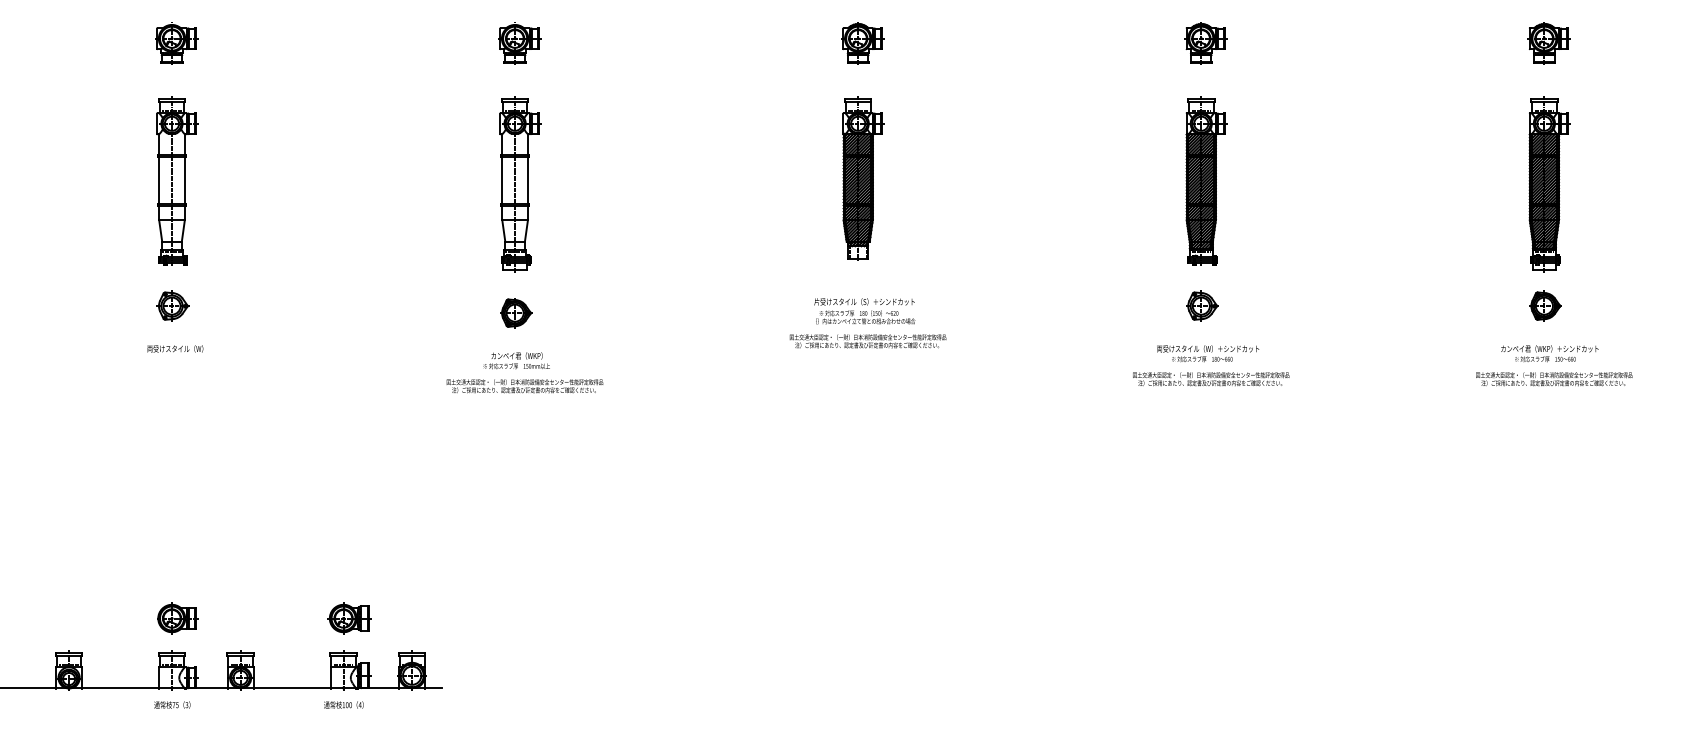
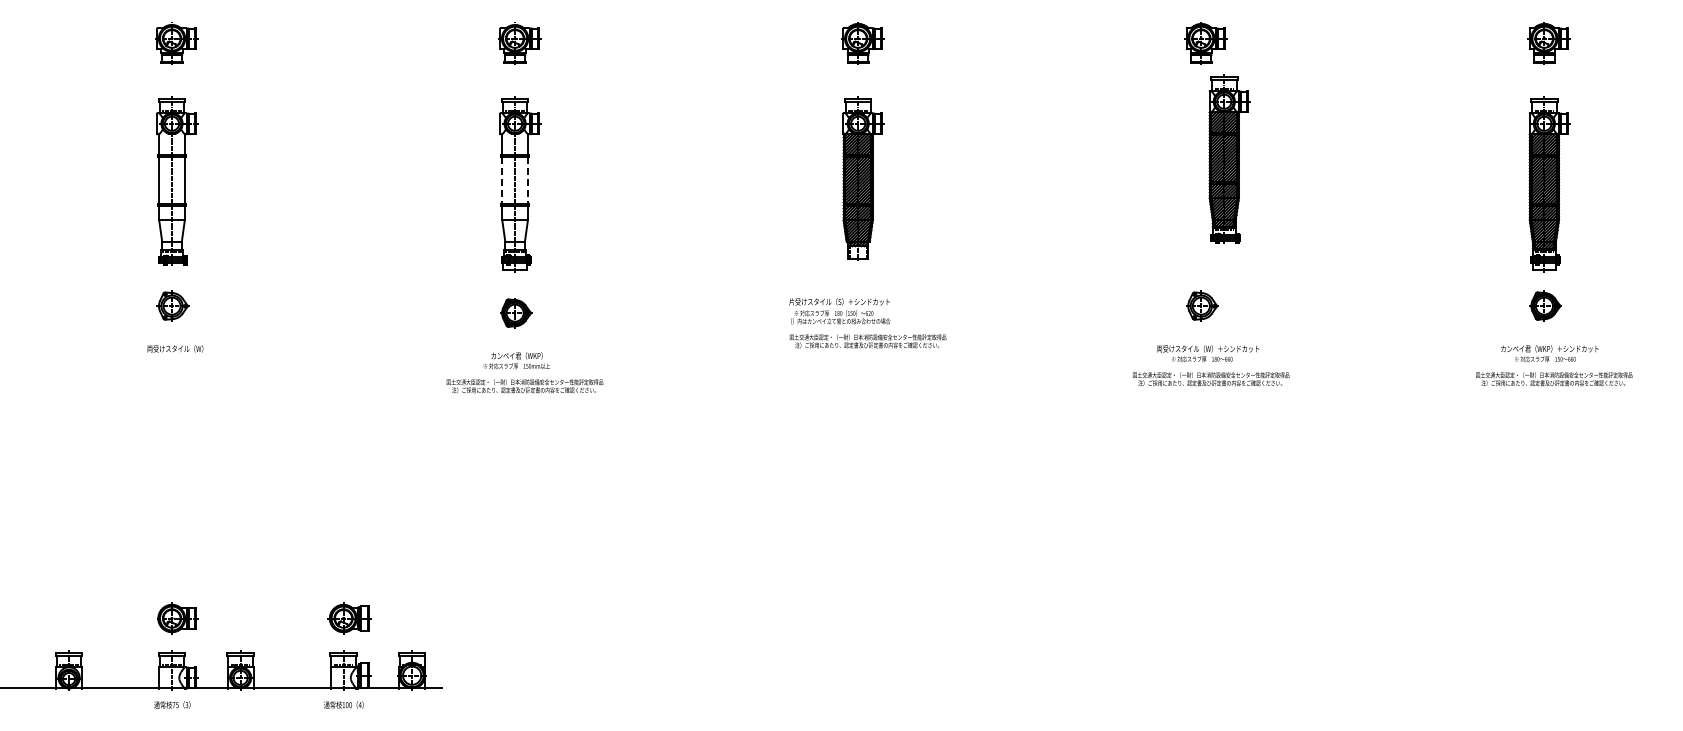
line at (502, 180): solid -> dashed
line at (527, 180): solid -> dashed
part at (1206, 180) position: (1206, 180) -> (1229, 158)
text at (864, 311) position: (864, 311) -> (839, 311)
